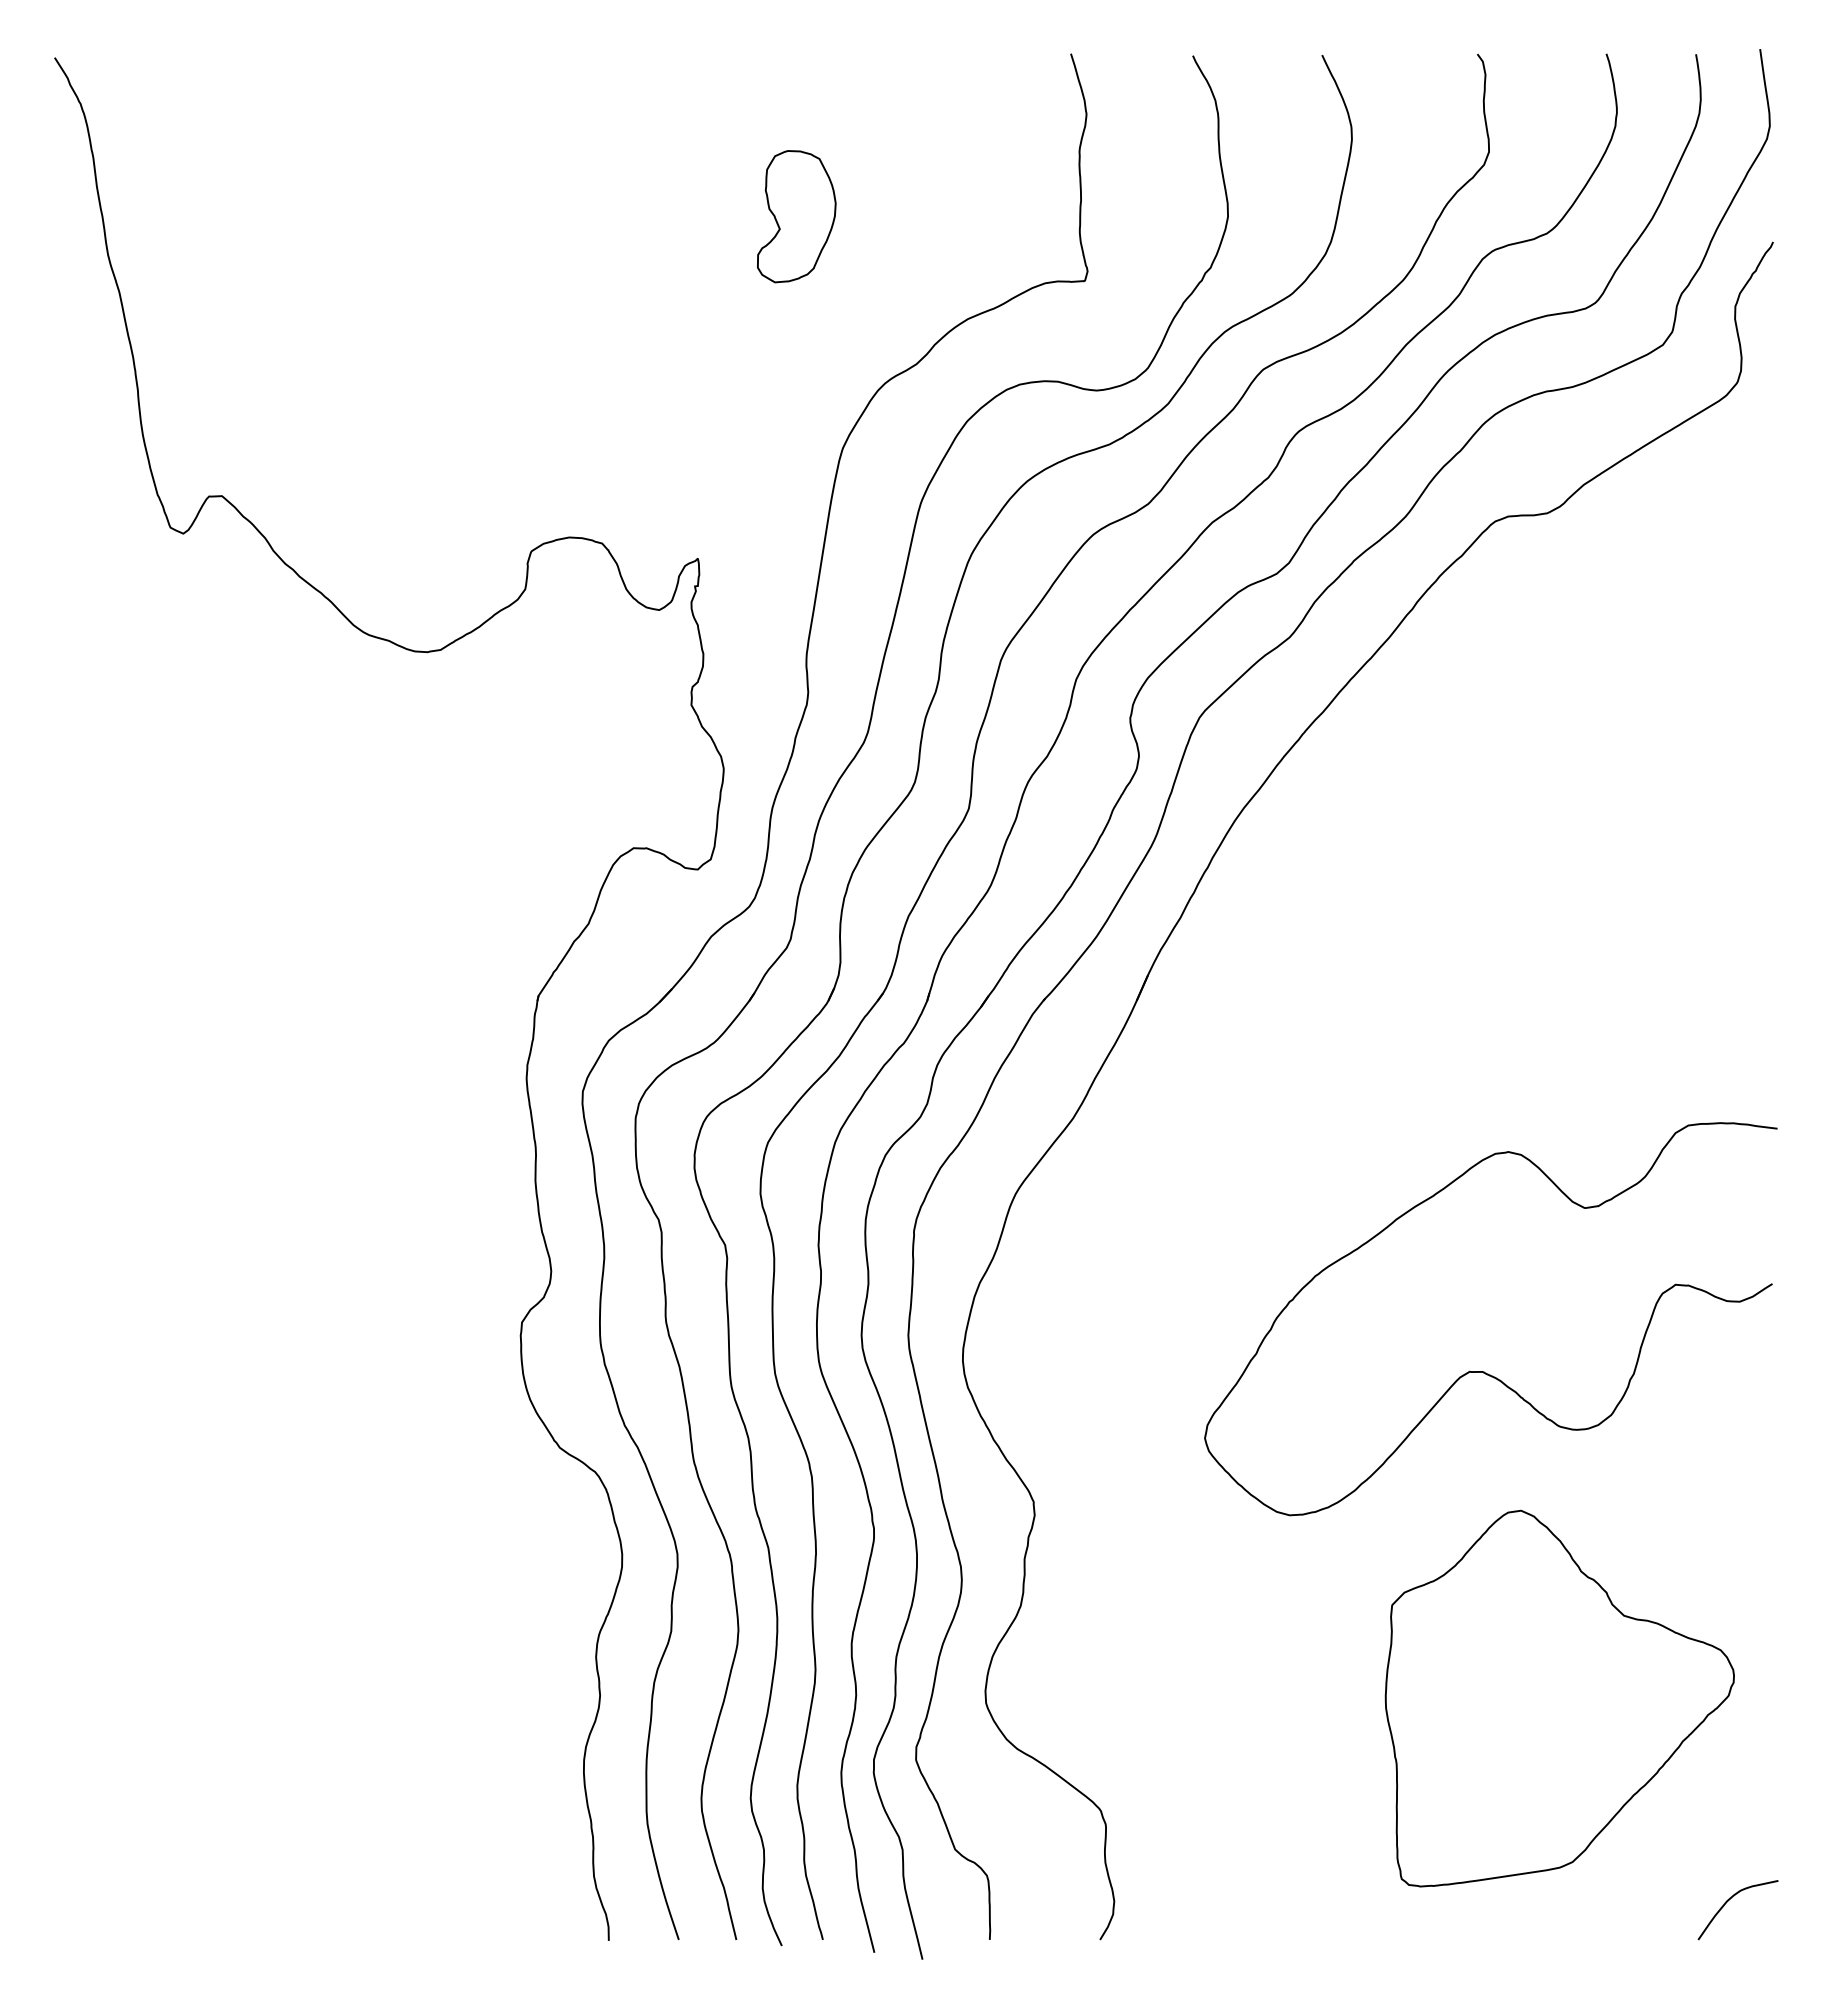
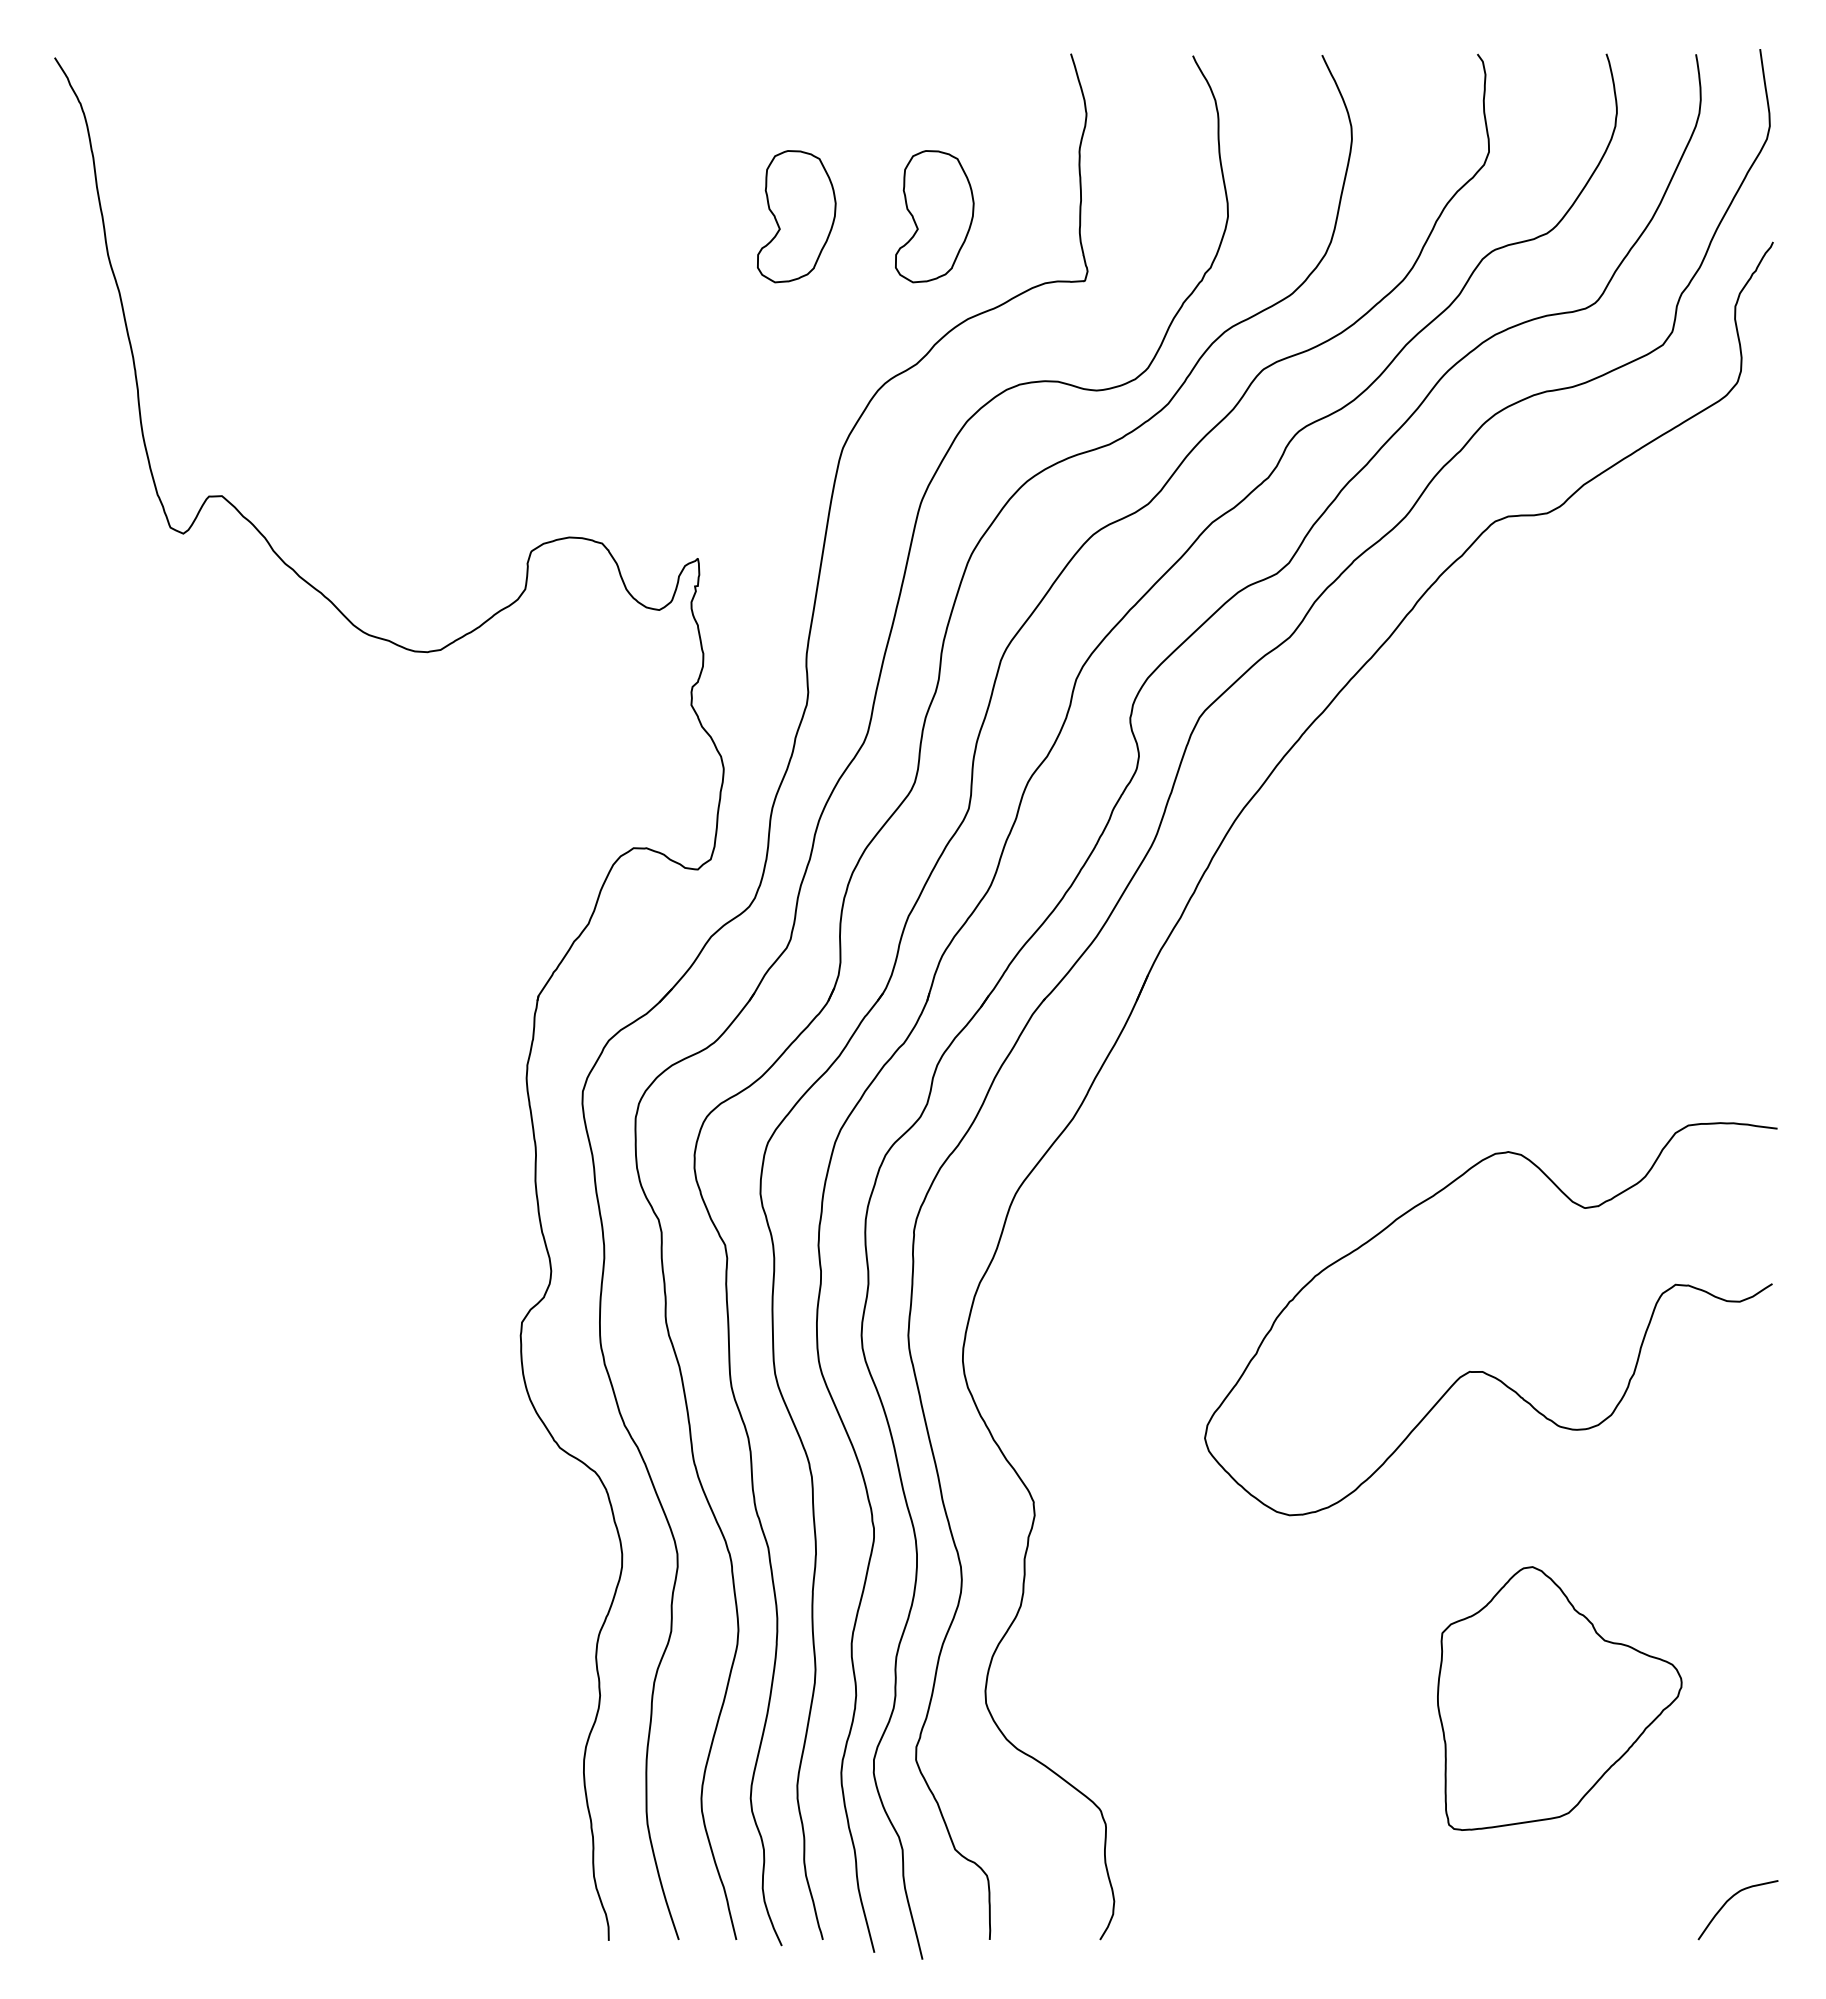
part at (934, 216): none -> present
part at (1559, 1698) size: 351x379 px -> 246x265 px
